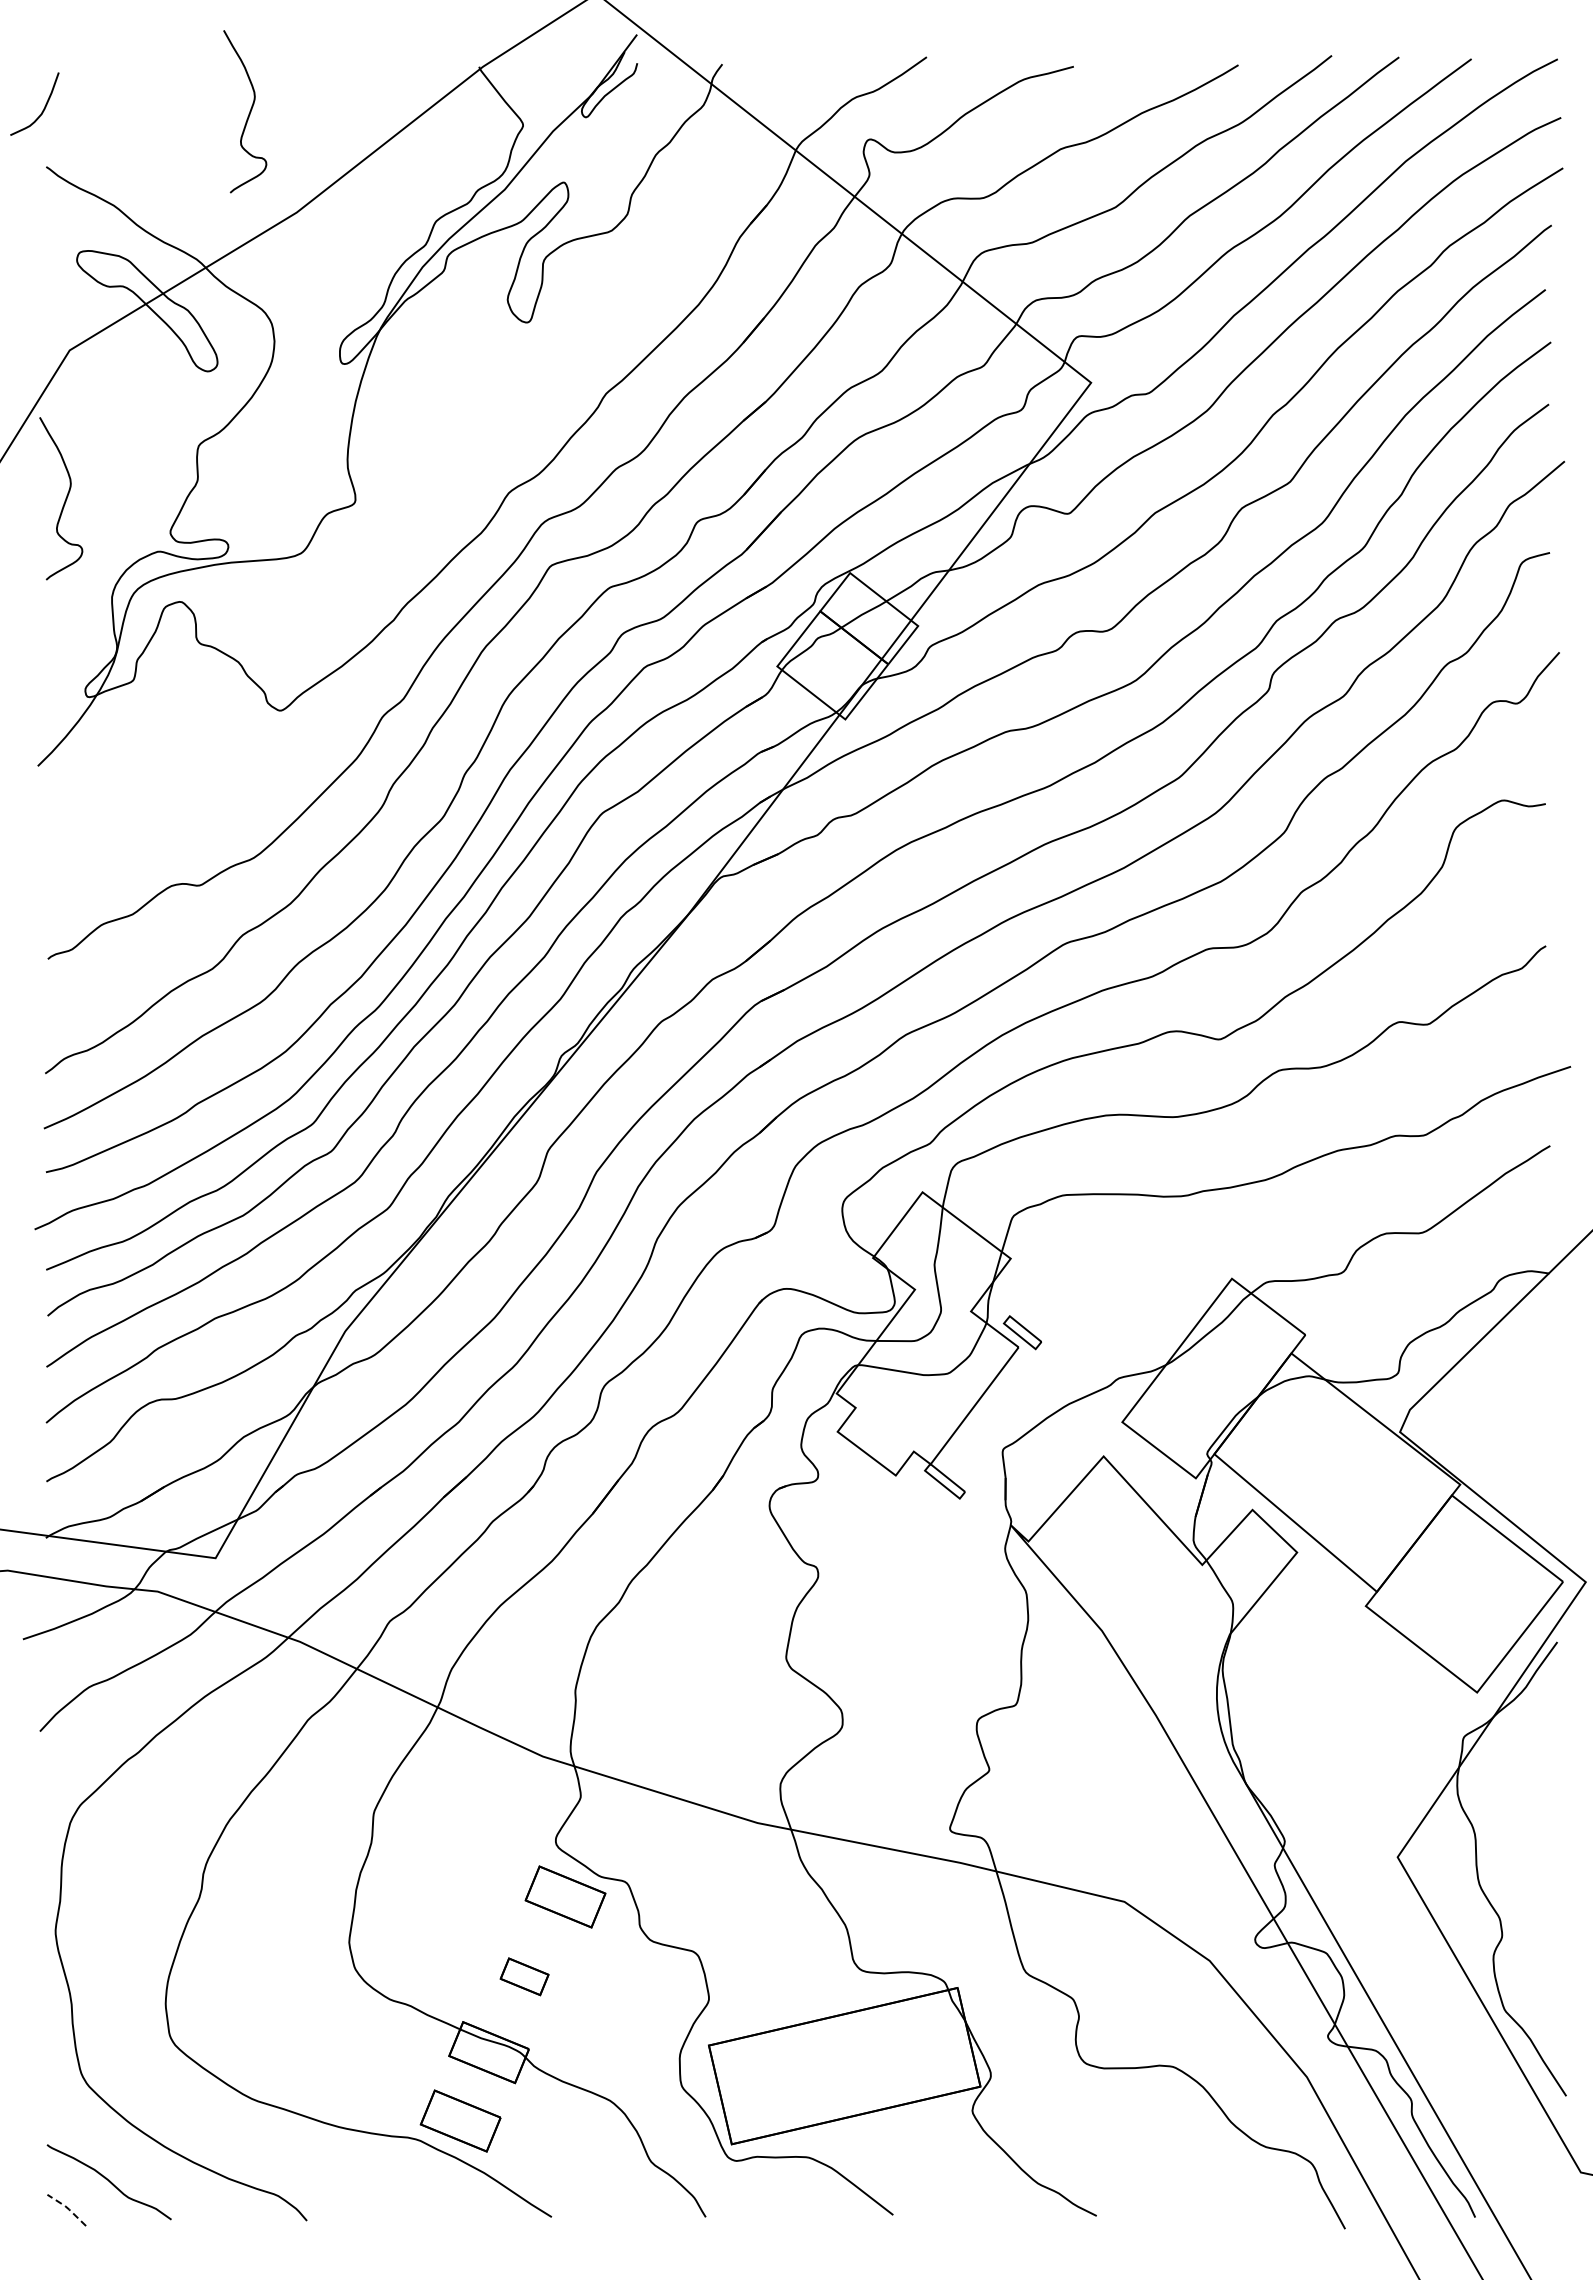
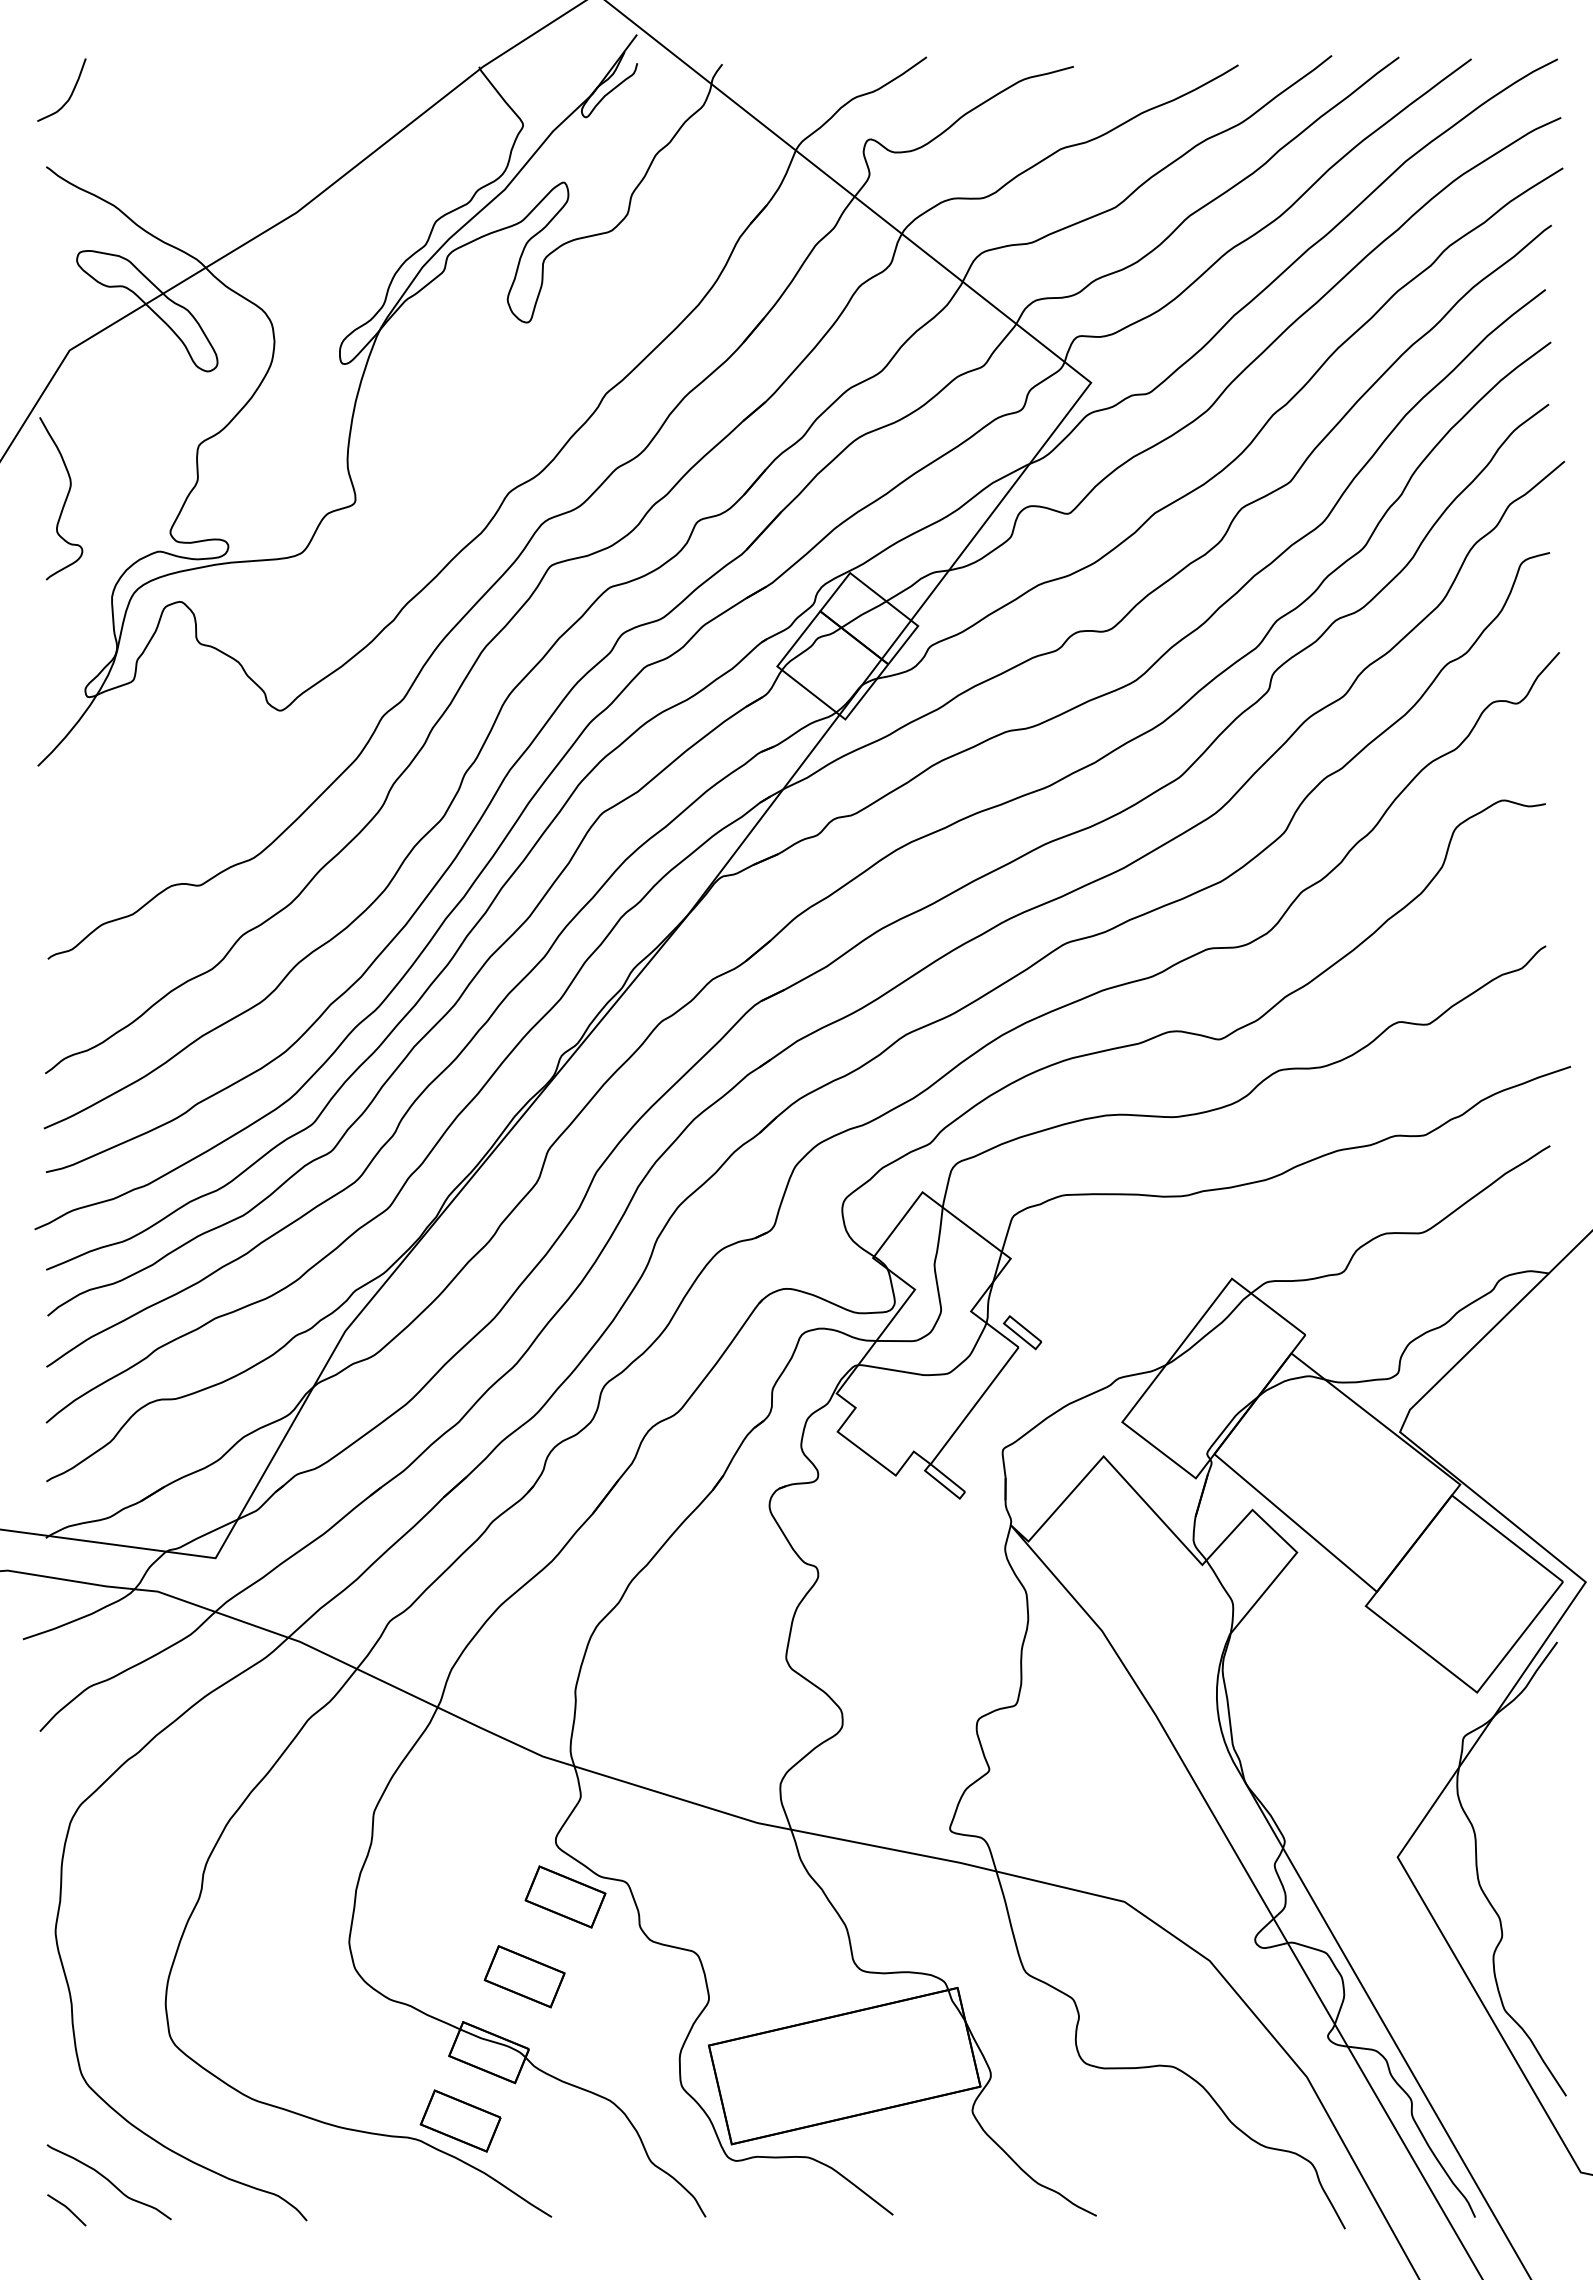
curve at (43, 108) position: (43, 108) -> (70, 94)
curve at (248, 113): present -> none
part at (524, 1976) size: 51x40 px -> 83x64 px
line at (67, 2208): dashed -> solid
